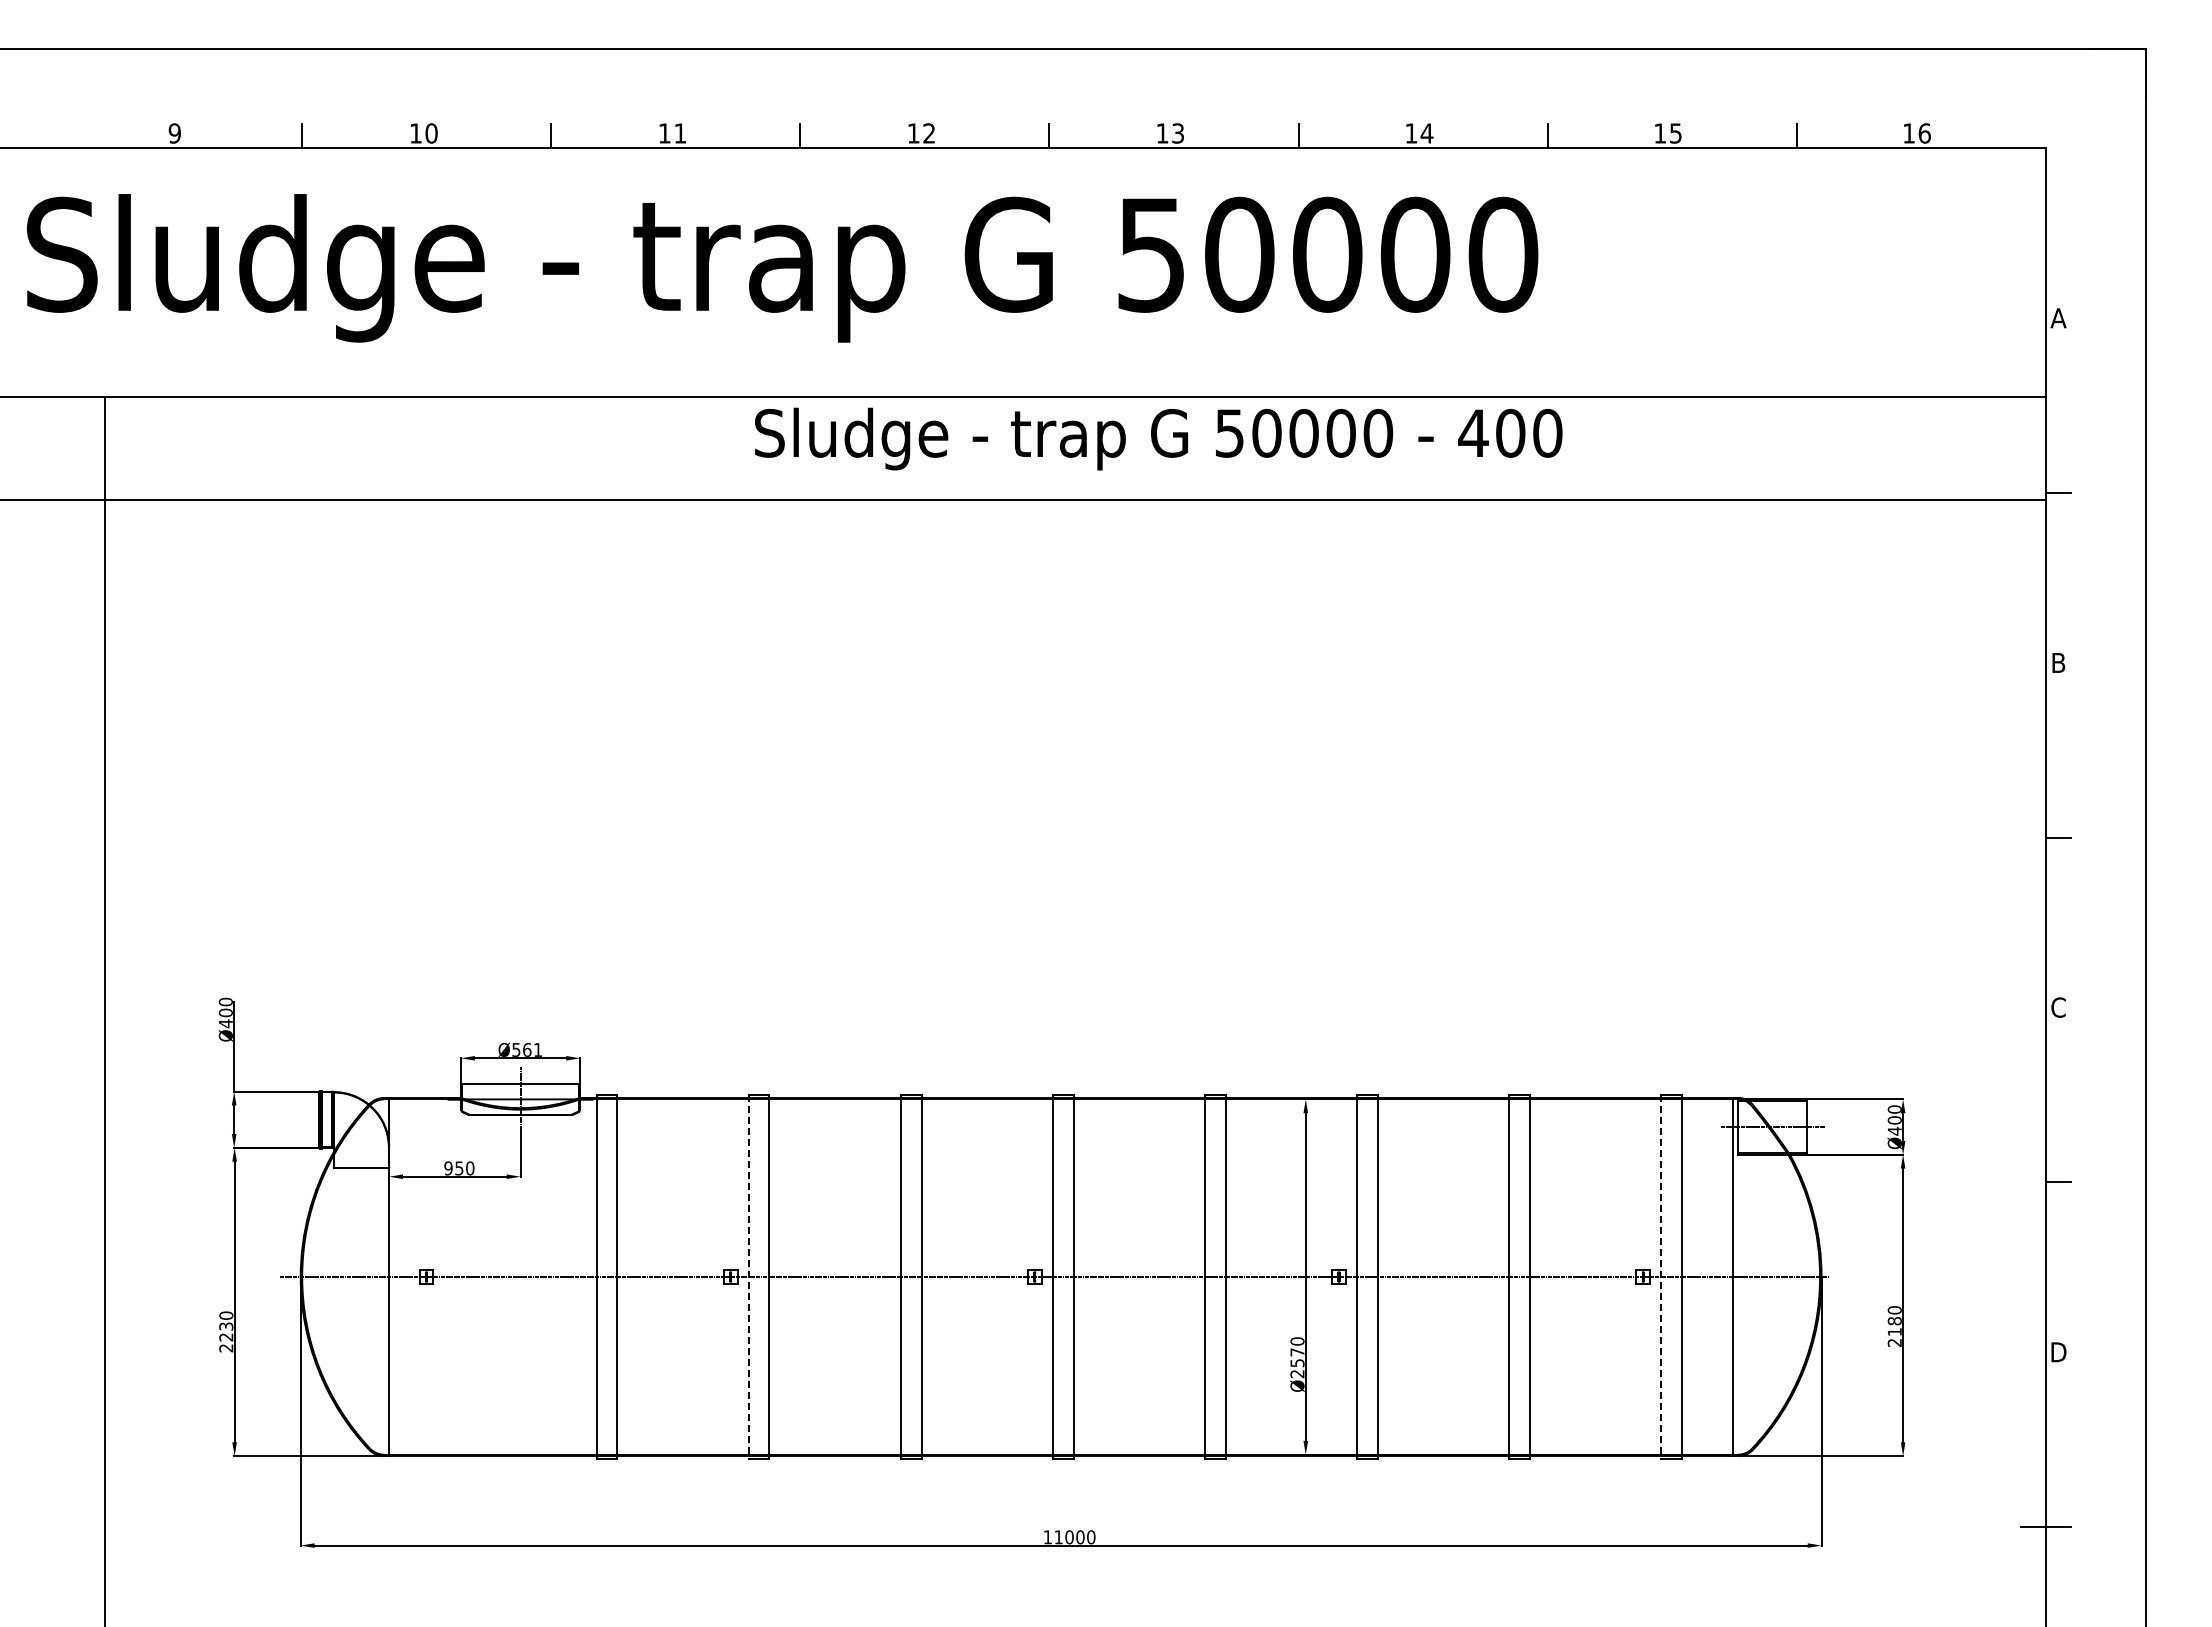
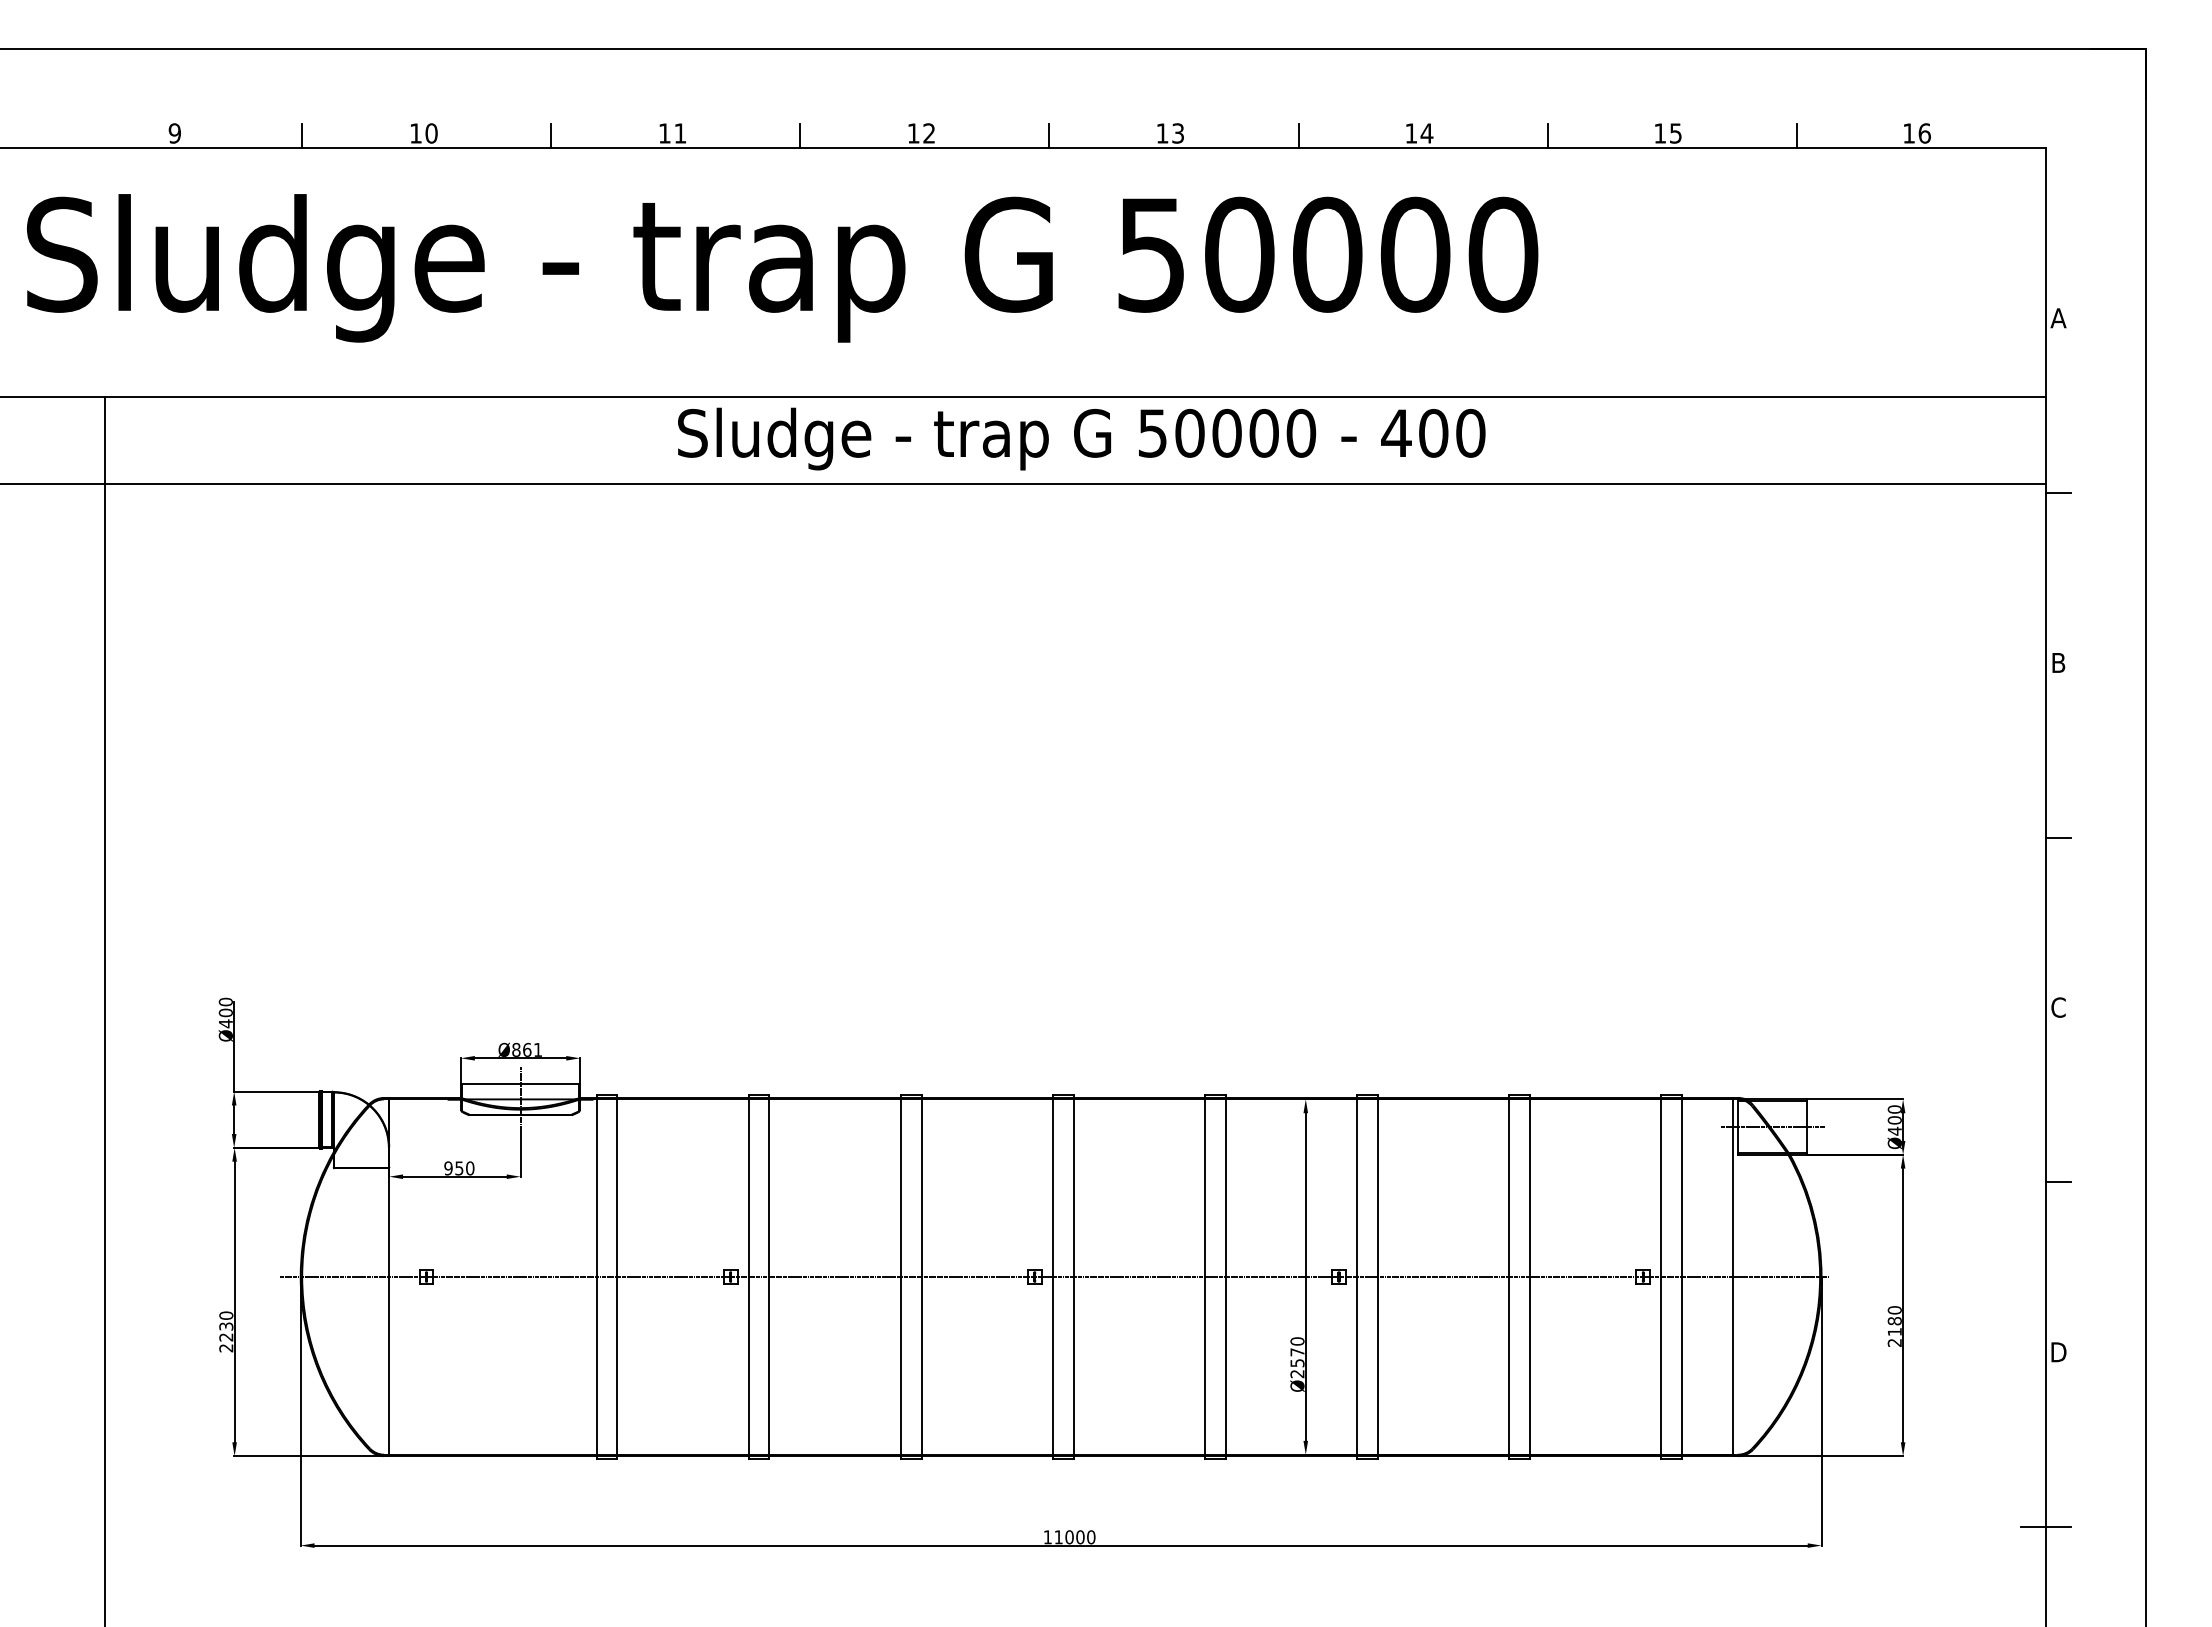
text at (1158, 438) position: (1158, 438) -> (1081, 438)
line at (1024, 500) position: (1024, 500) -> (1024, 484)
text at (516, 1049): Ø561 -> Ø861
line at (748, 1277): dashed -> solid
line at (1661, 1277): dashed -> solid
